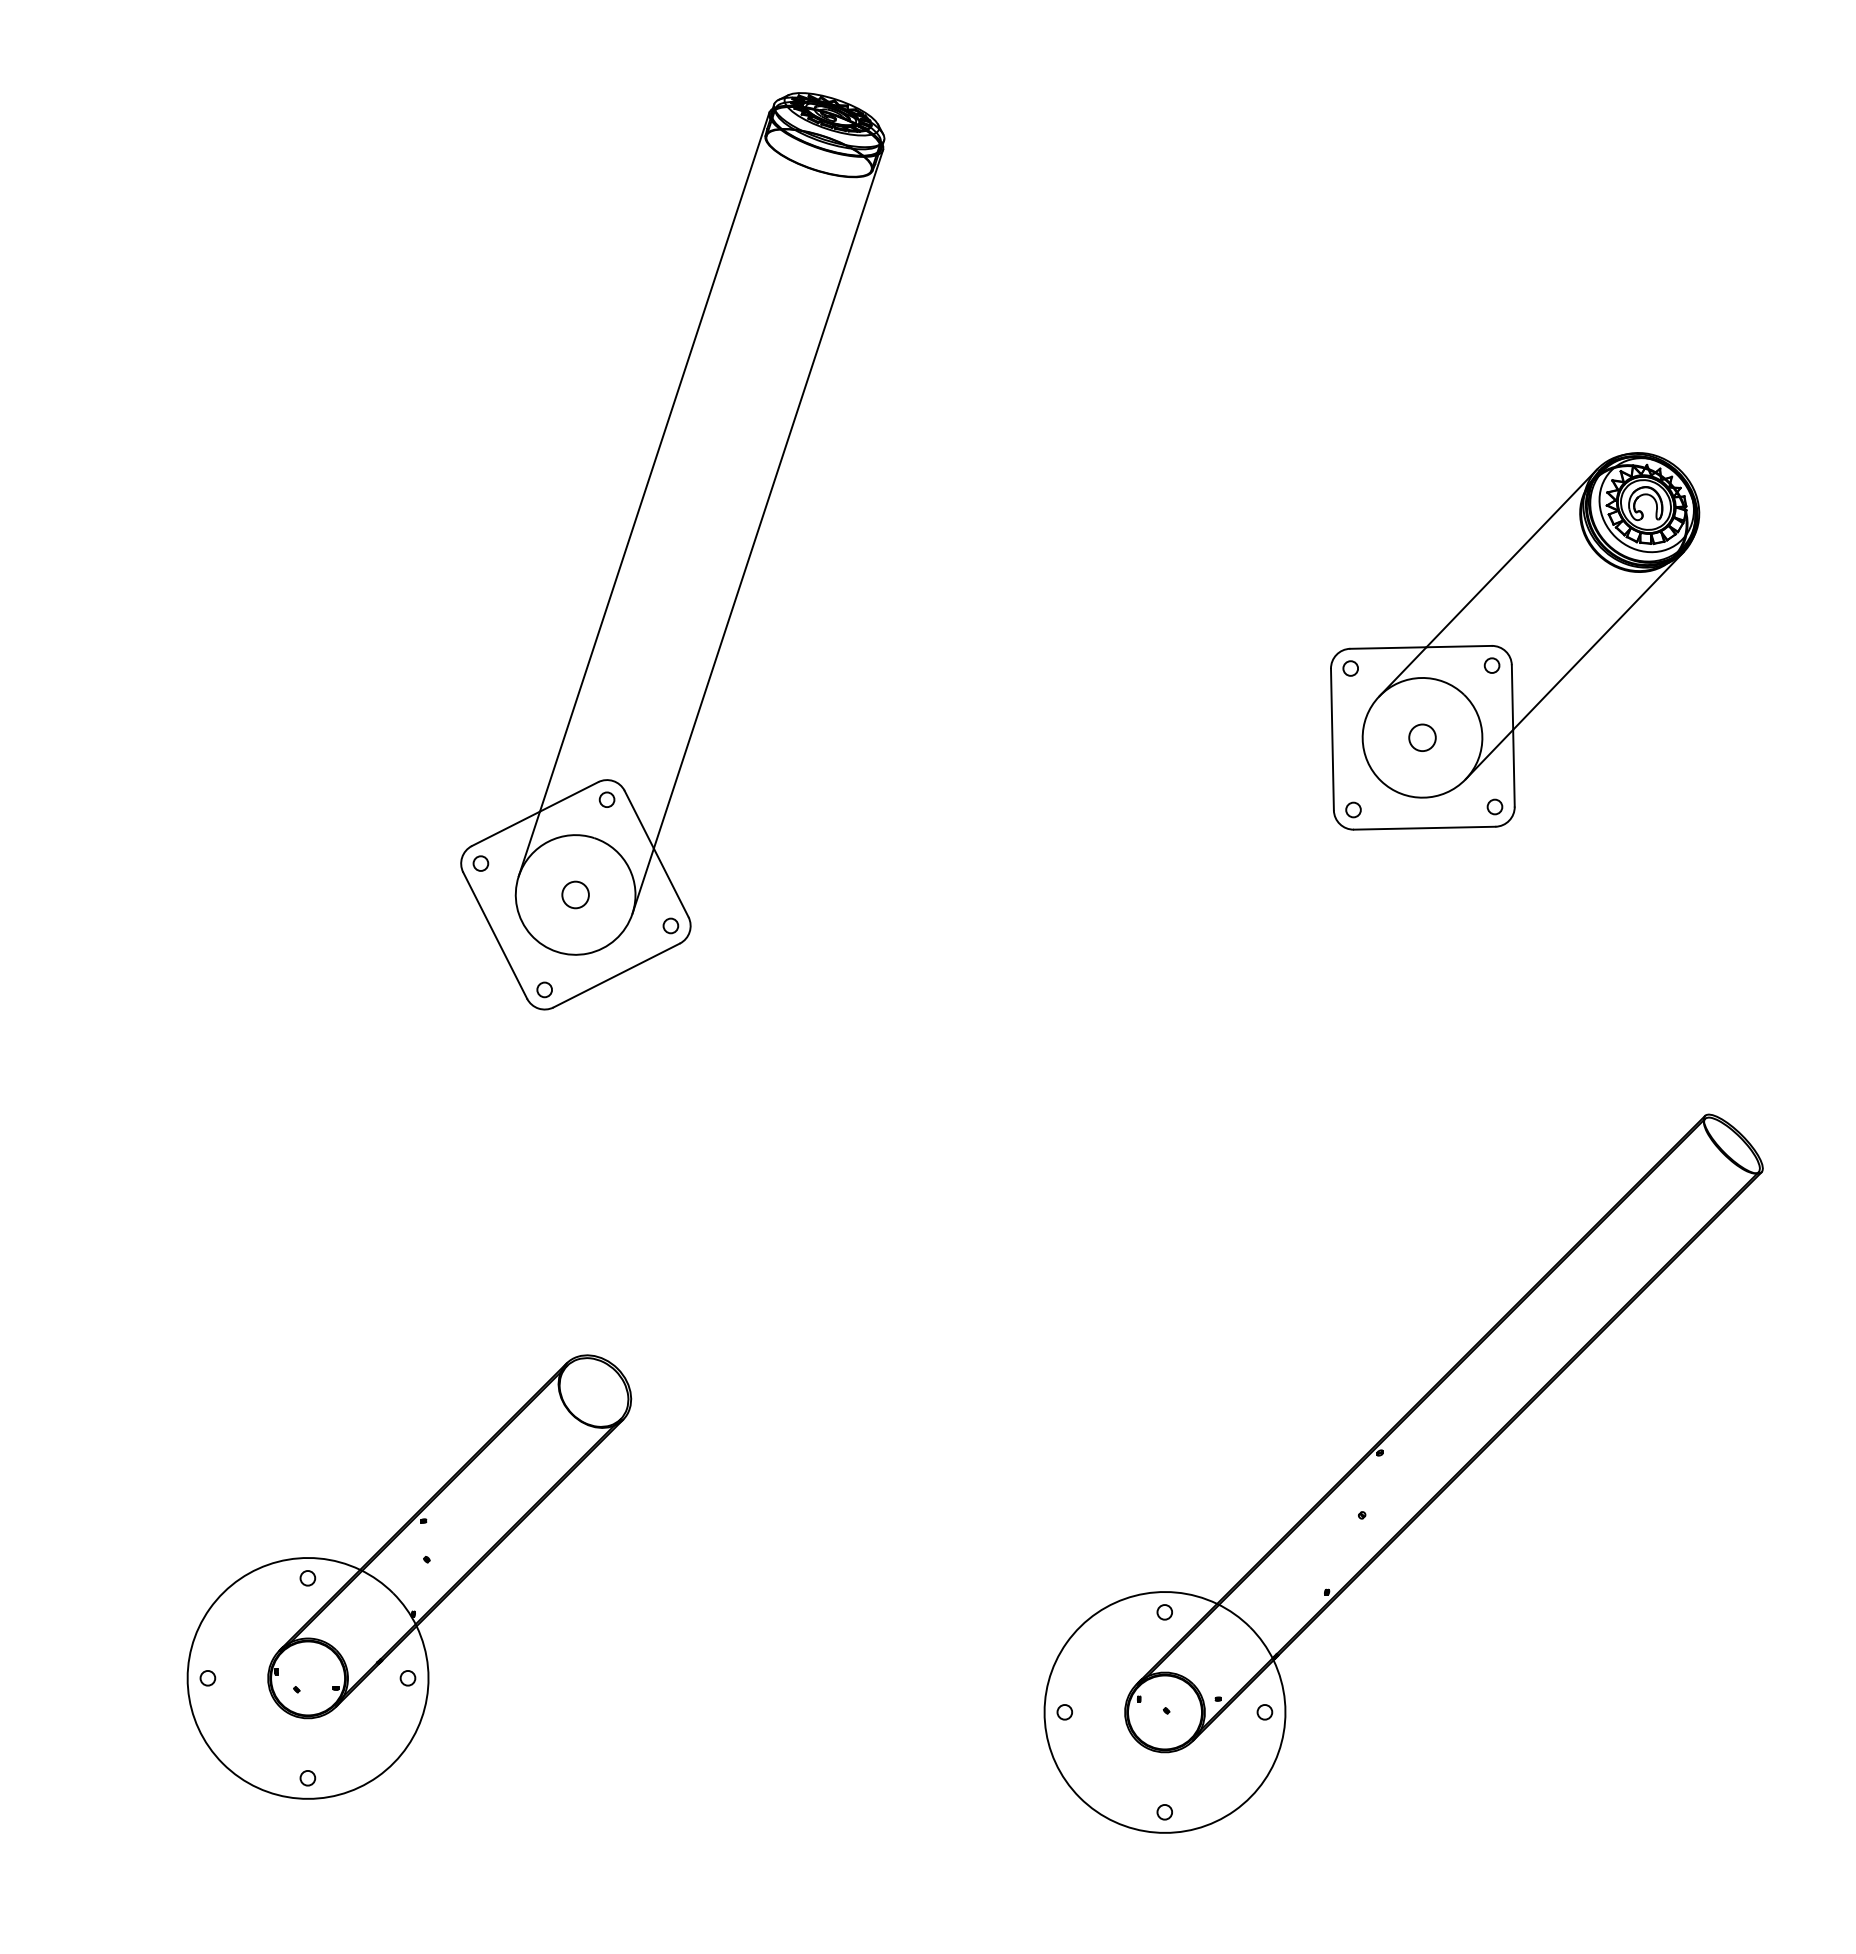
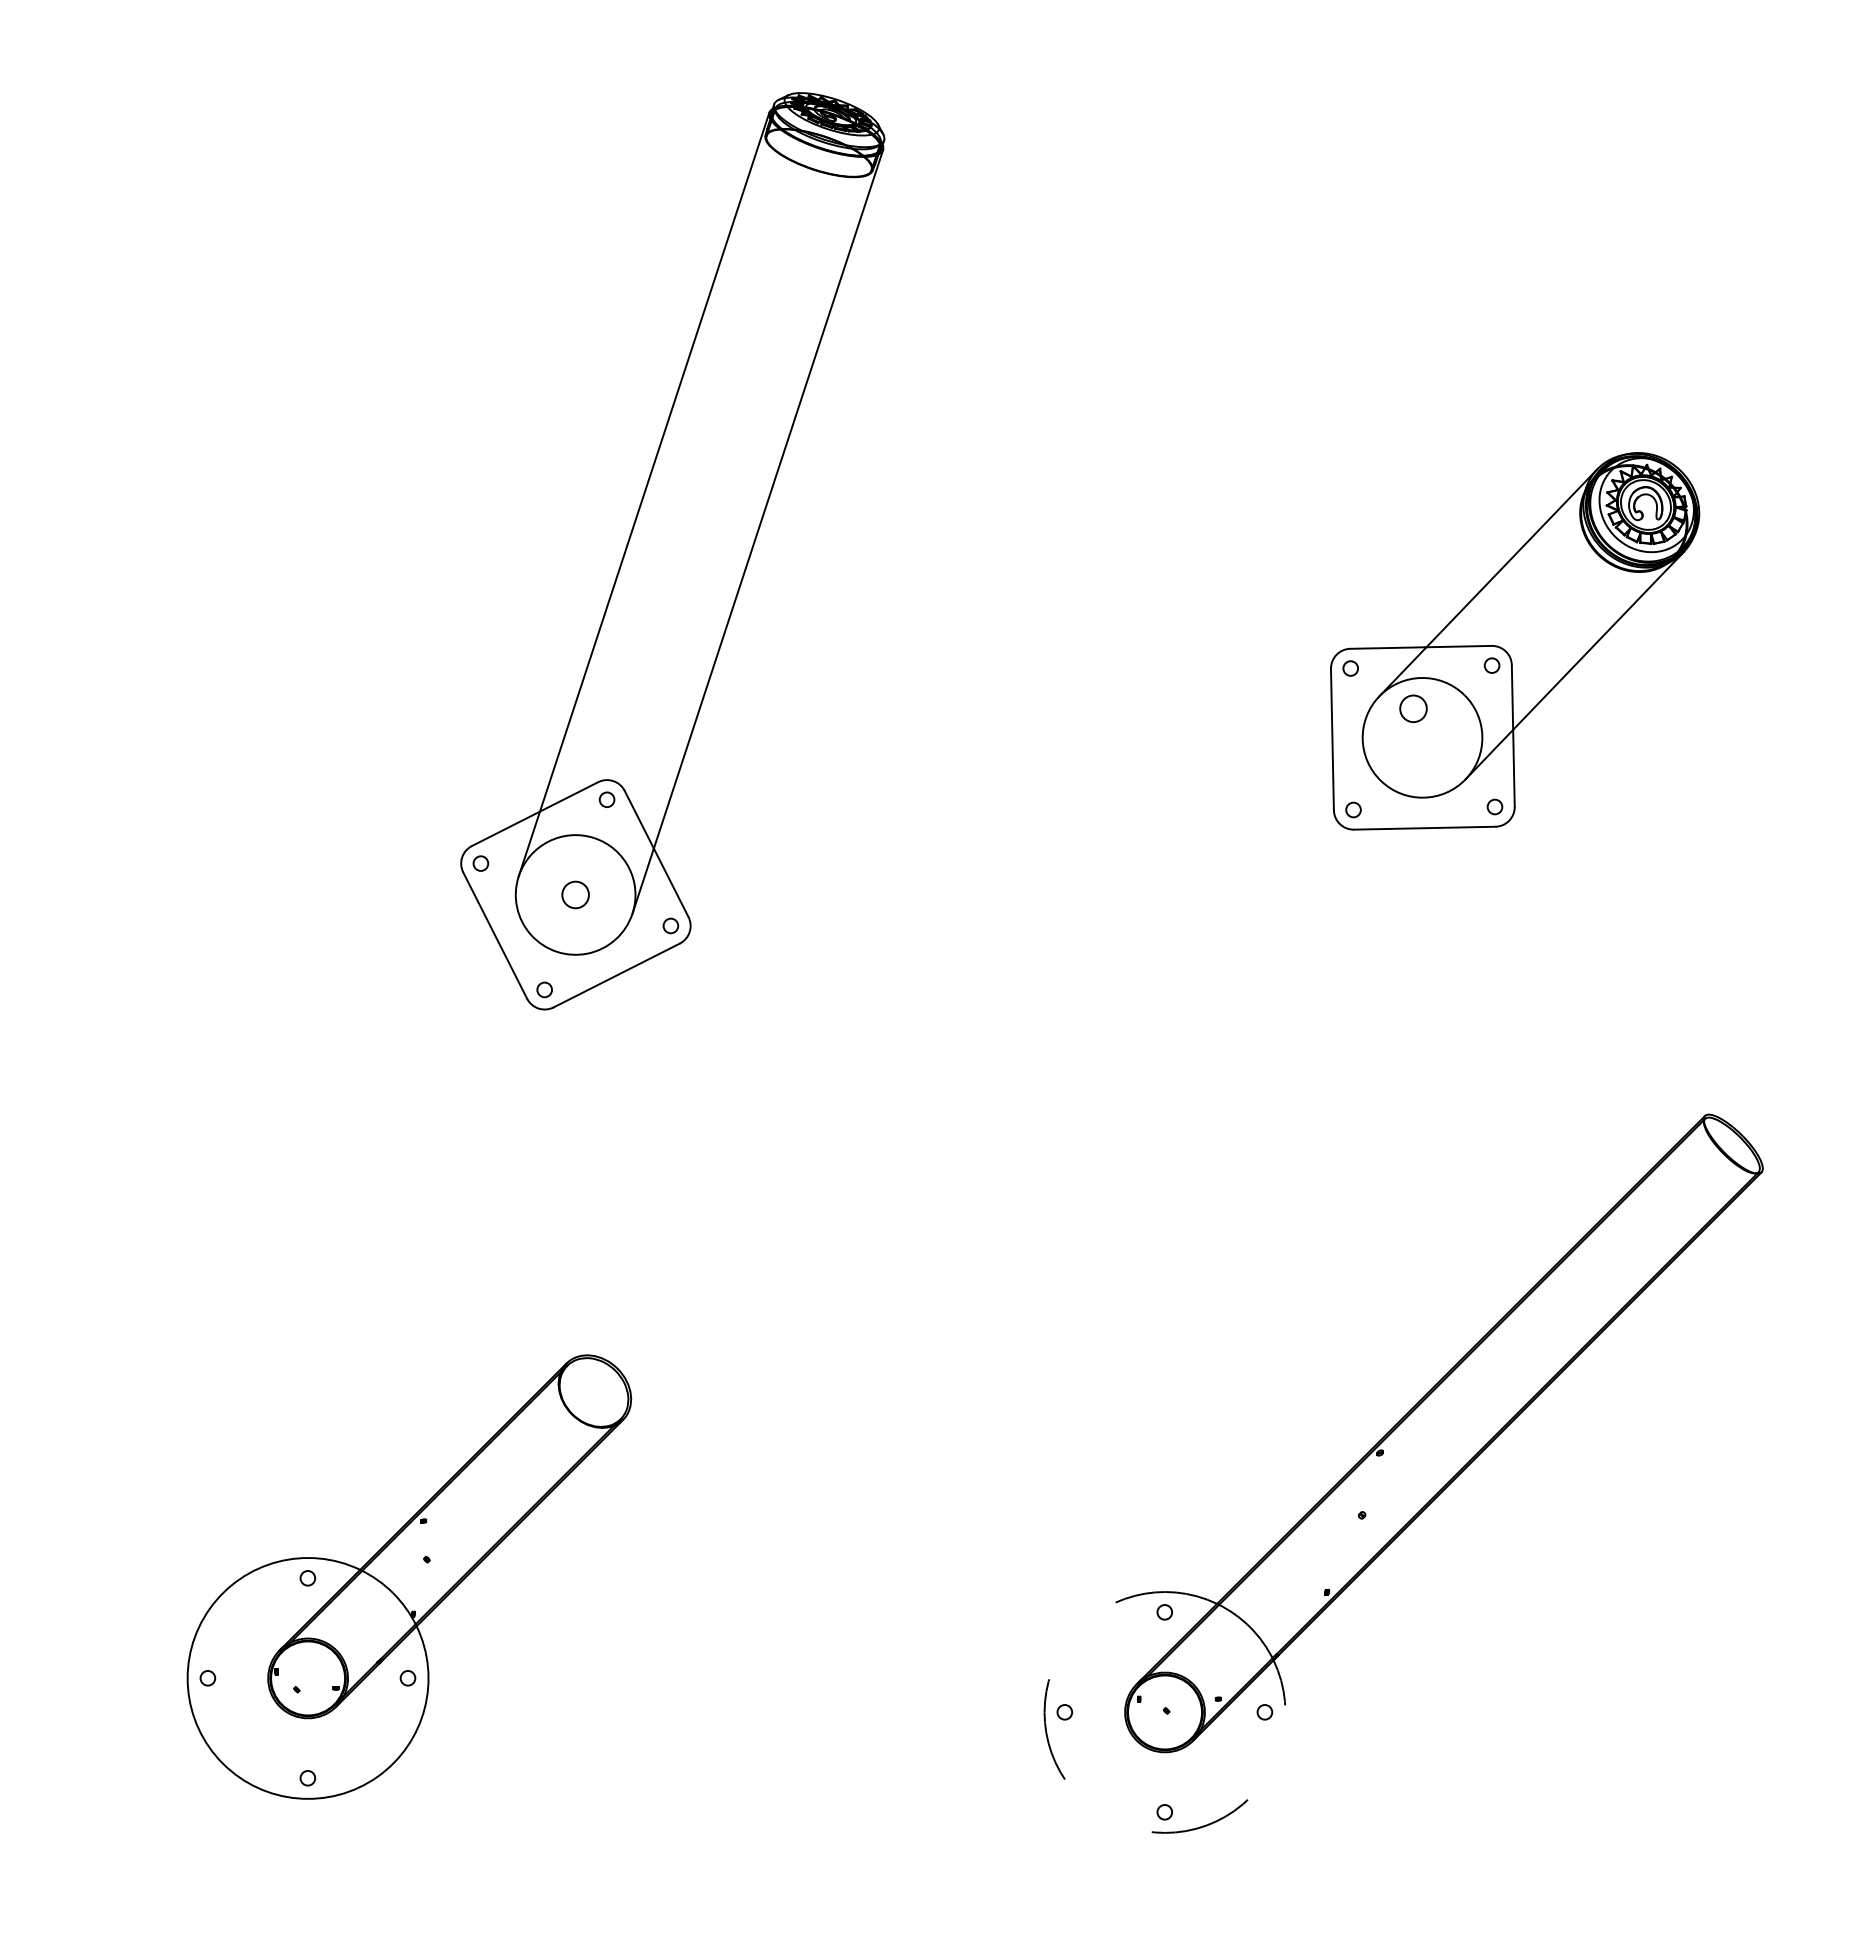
circle at (1422, 737) position: (1422, 737) -> (1413, 708)
arc at (1079, 1797): solid -> dashed
